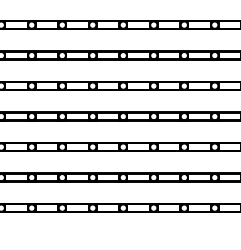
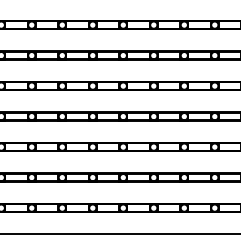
line at (119, 234): none -> present
